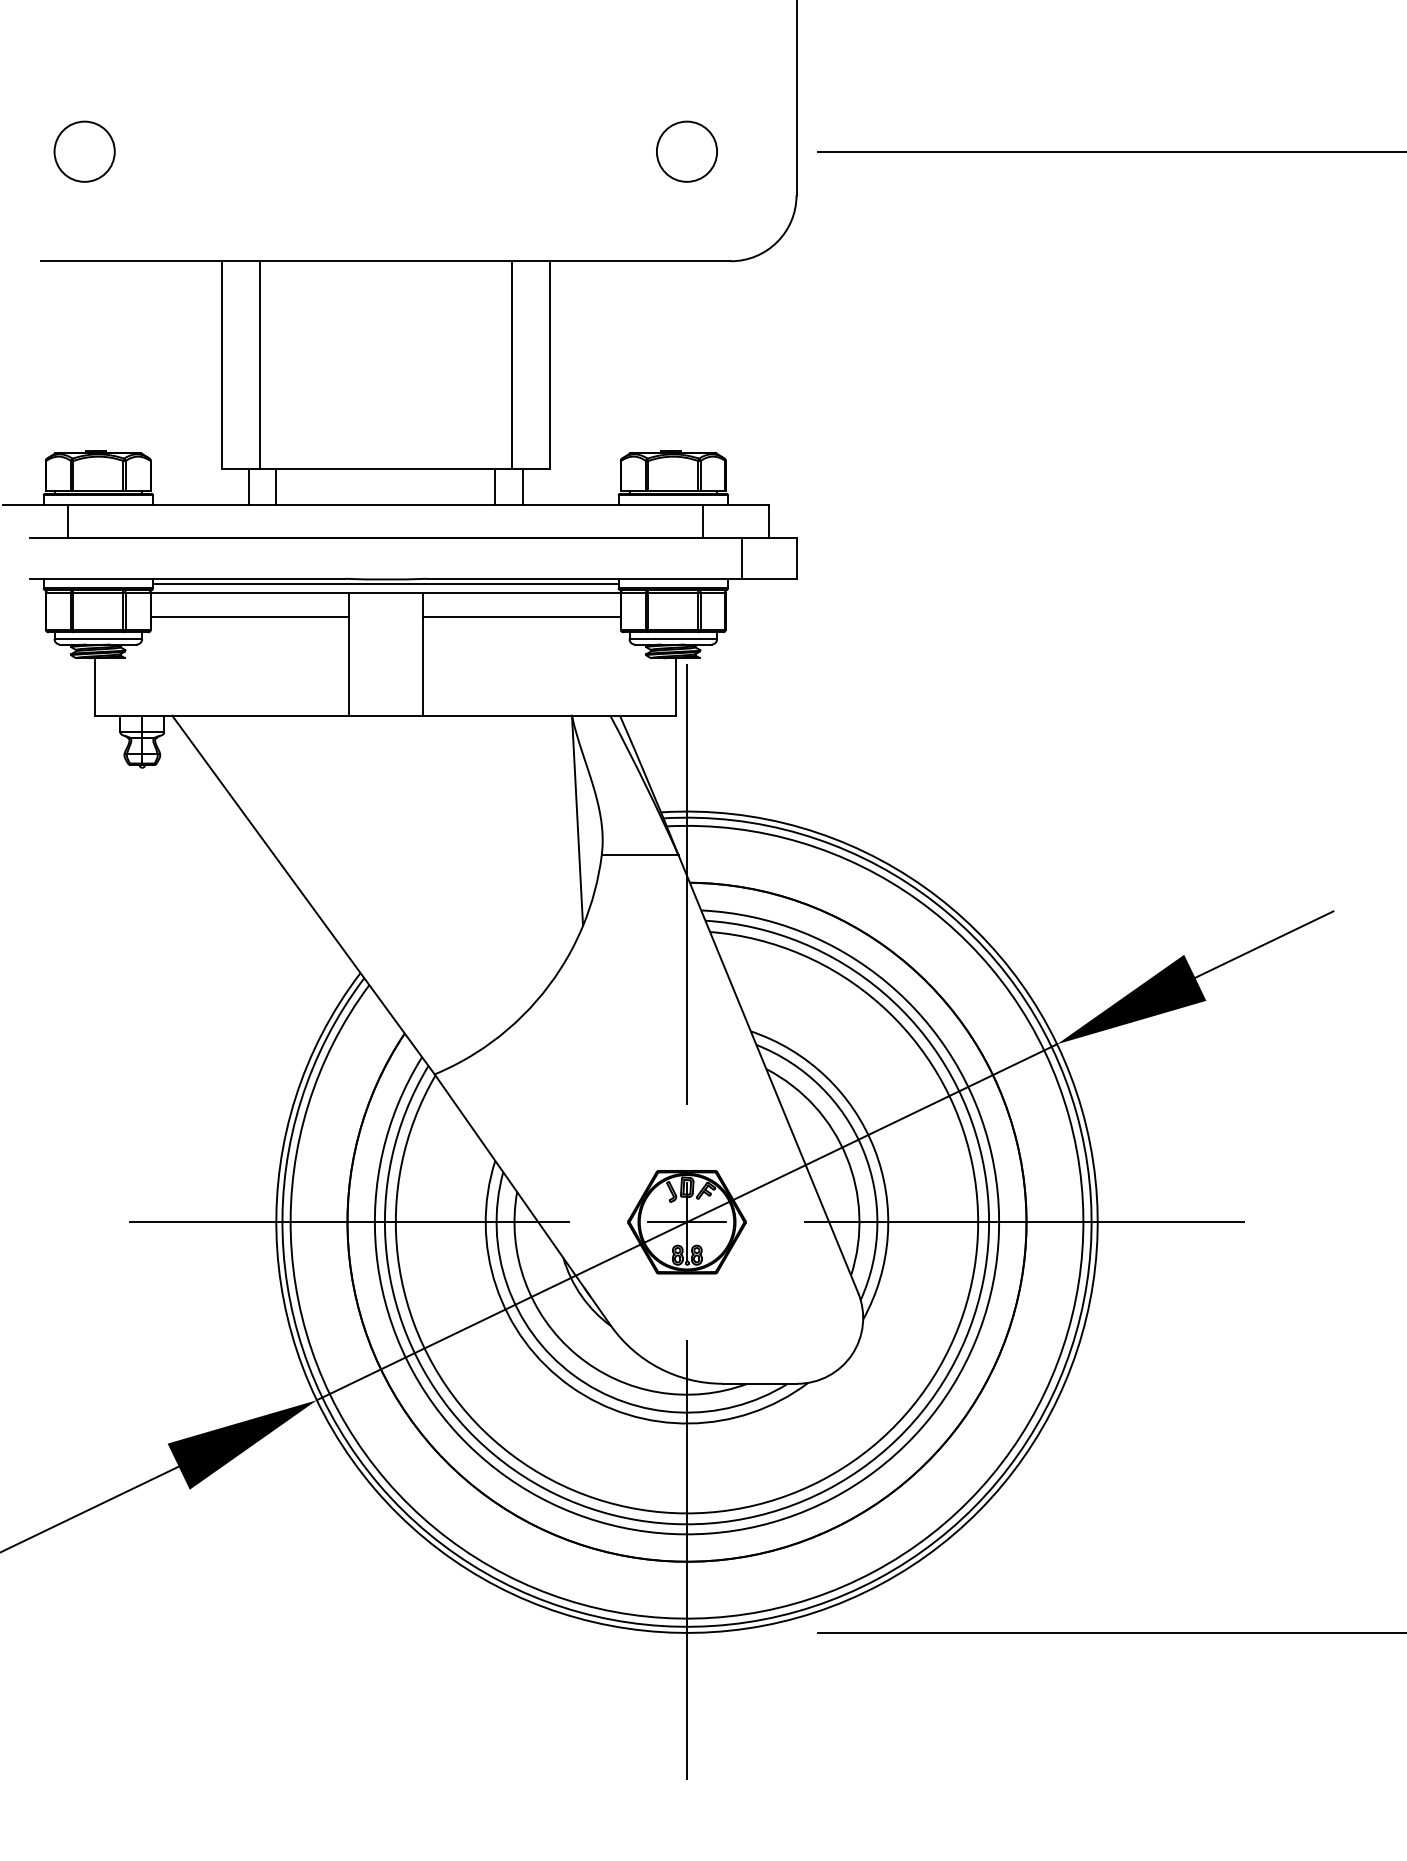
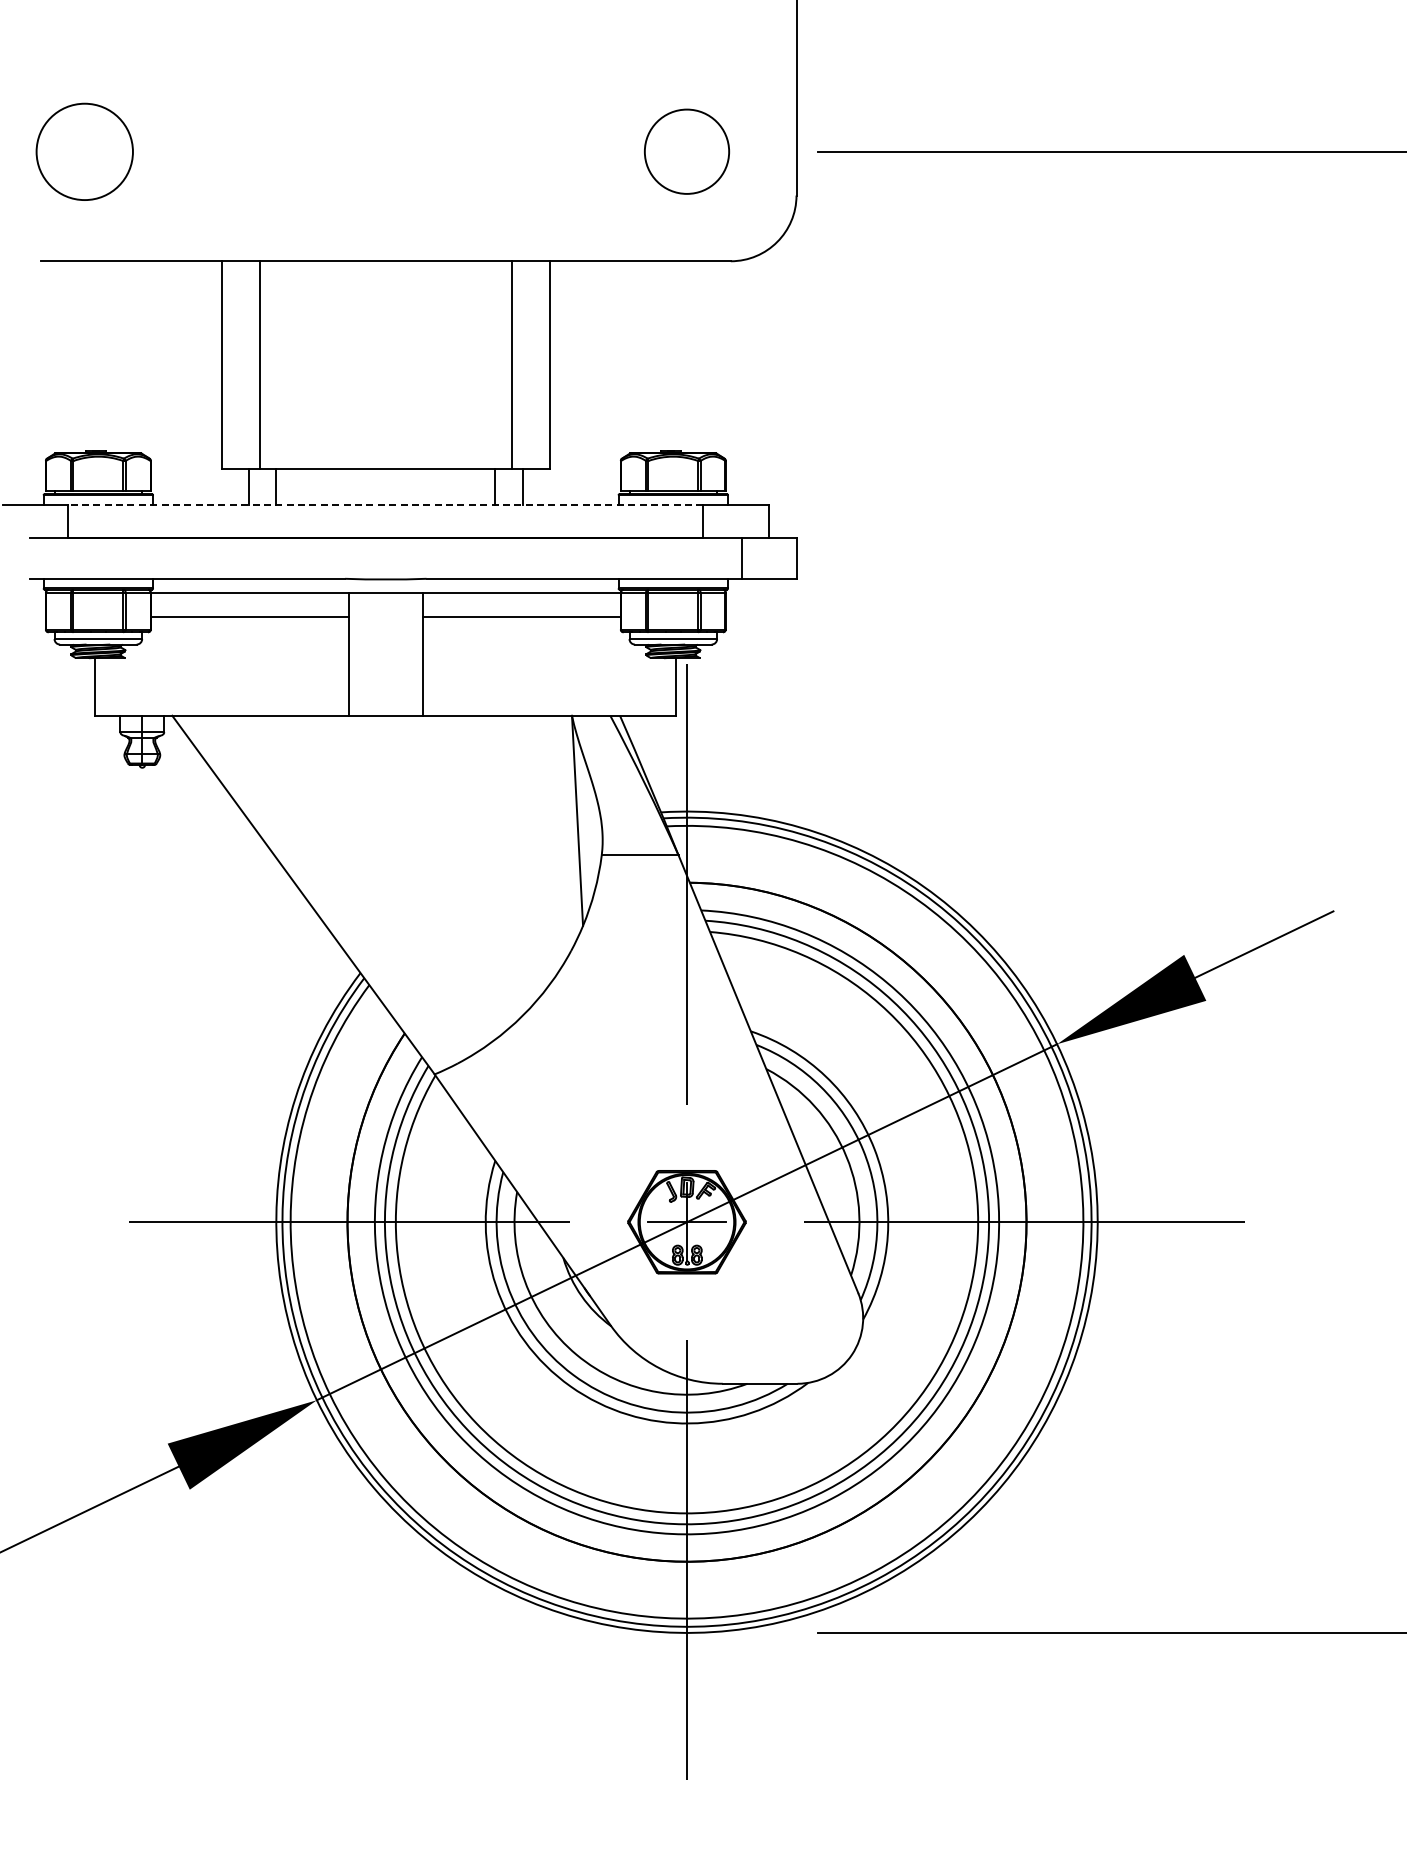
circle at (84, 151) size: 63x63 px -> 99x99 px
circle at (686, 151) diameter: 60 px -> 84 px
line at (385, 504): solid -> dashed
line at (385, 584): present -> none
